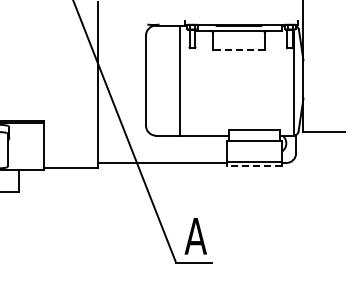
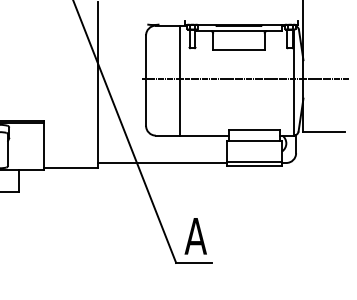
line at (238, 50): dashed -> solid
line at (245, 79): none -> present
line at (254, 166): dashed -> solid
